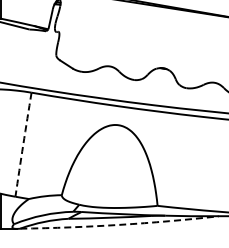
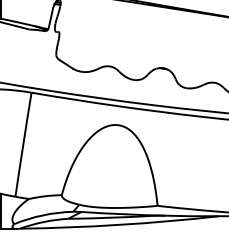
arc at (23, 144): dashed -> solid
arc at (119, 224): dashed -> solid
